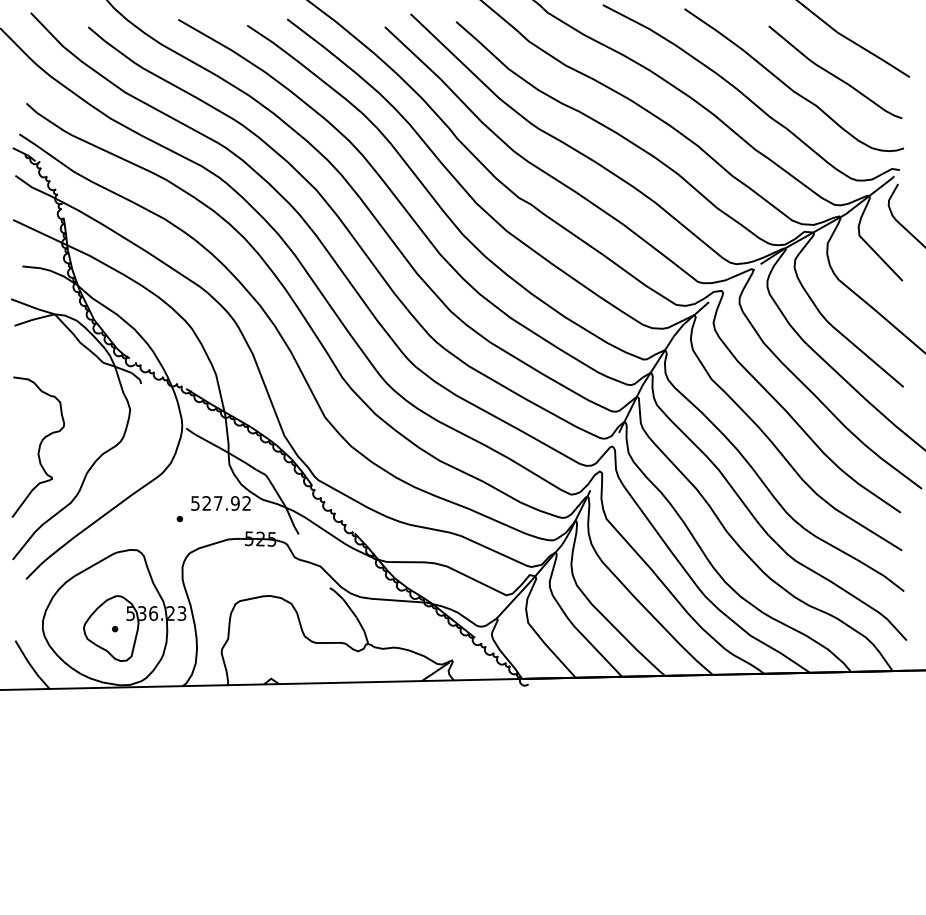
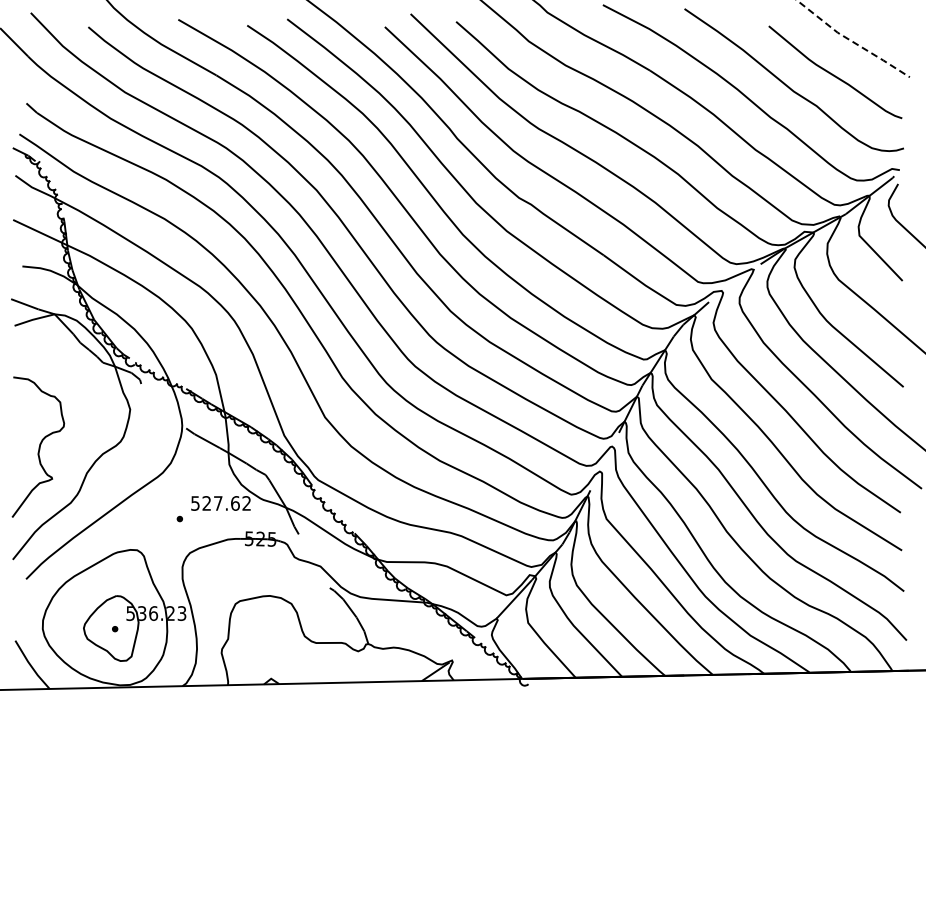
line at (852, 41): solid -> dashed
text at (234, 503): 527.92 -> 527.62
